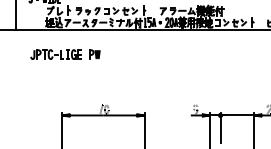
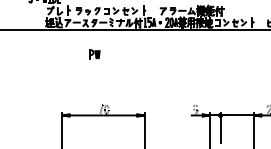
line at (16, 15): present -> none
part at (55, 54): present -> none
